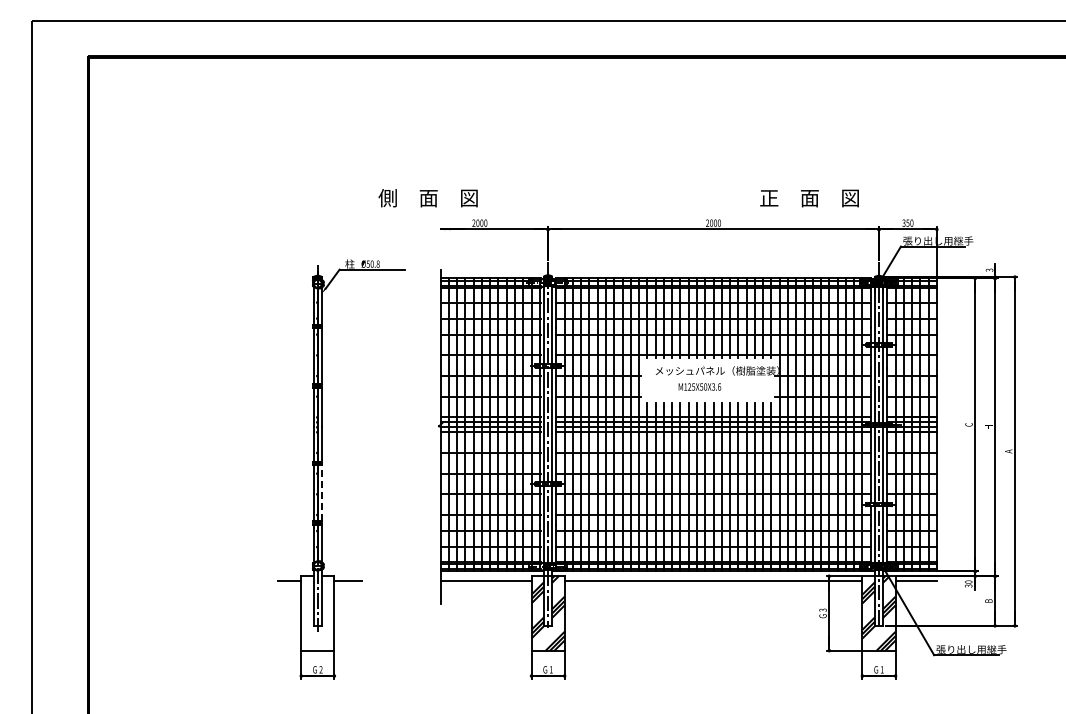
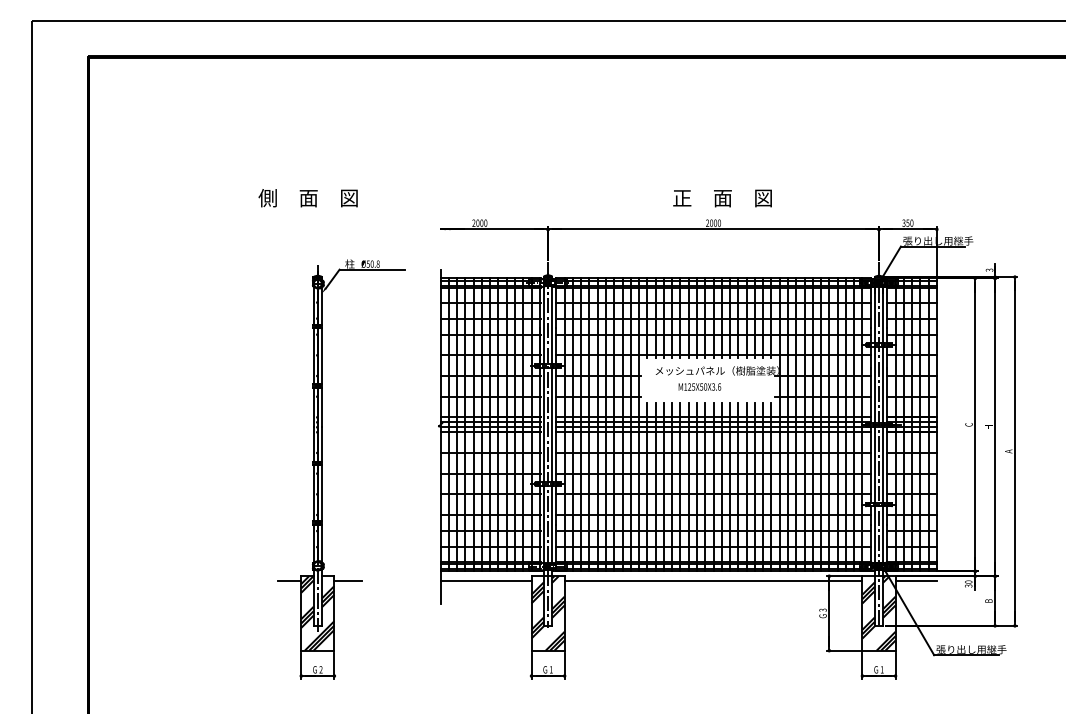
text at (427, 198) position: (427, 198) -> (307, 198)
text at (809, 198) position: (809, 198) -> (722, 198)
line at (322, 492): dashed -> solid
hatch at (317, 613): none -> present
